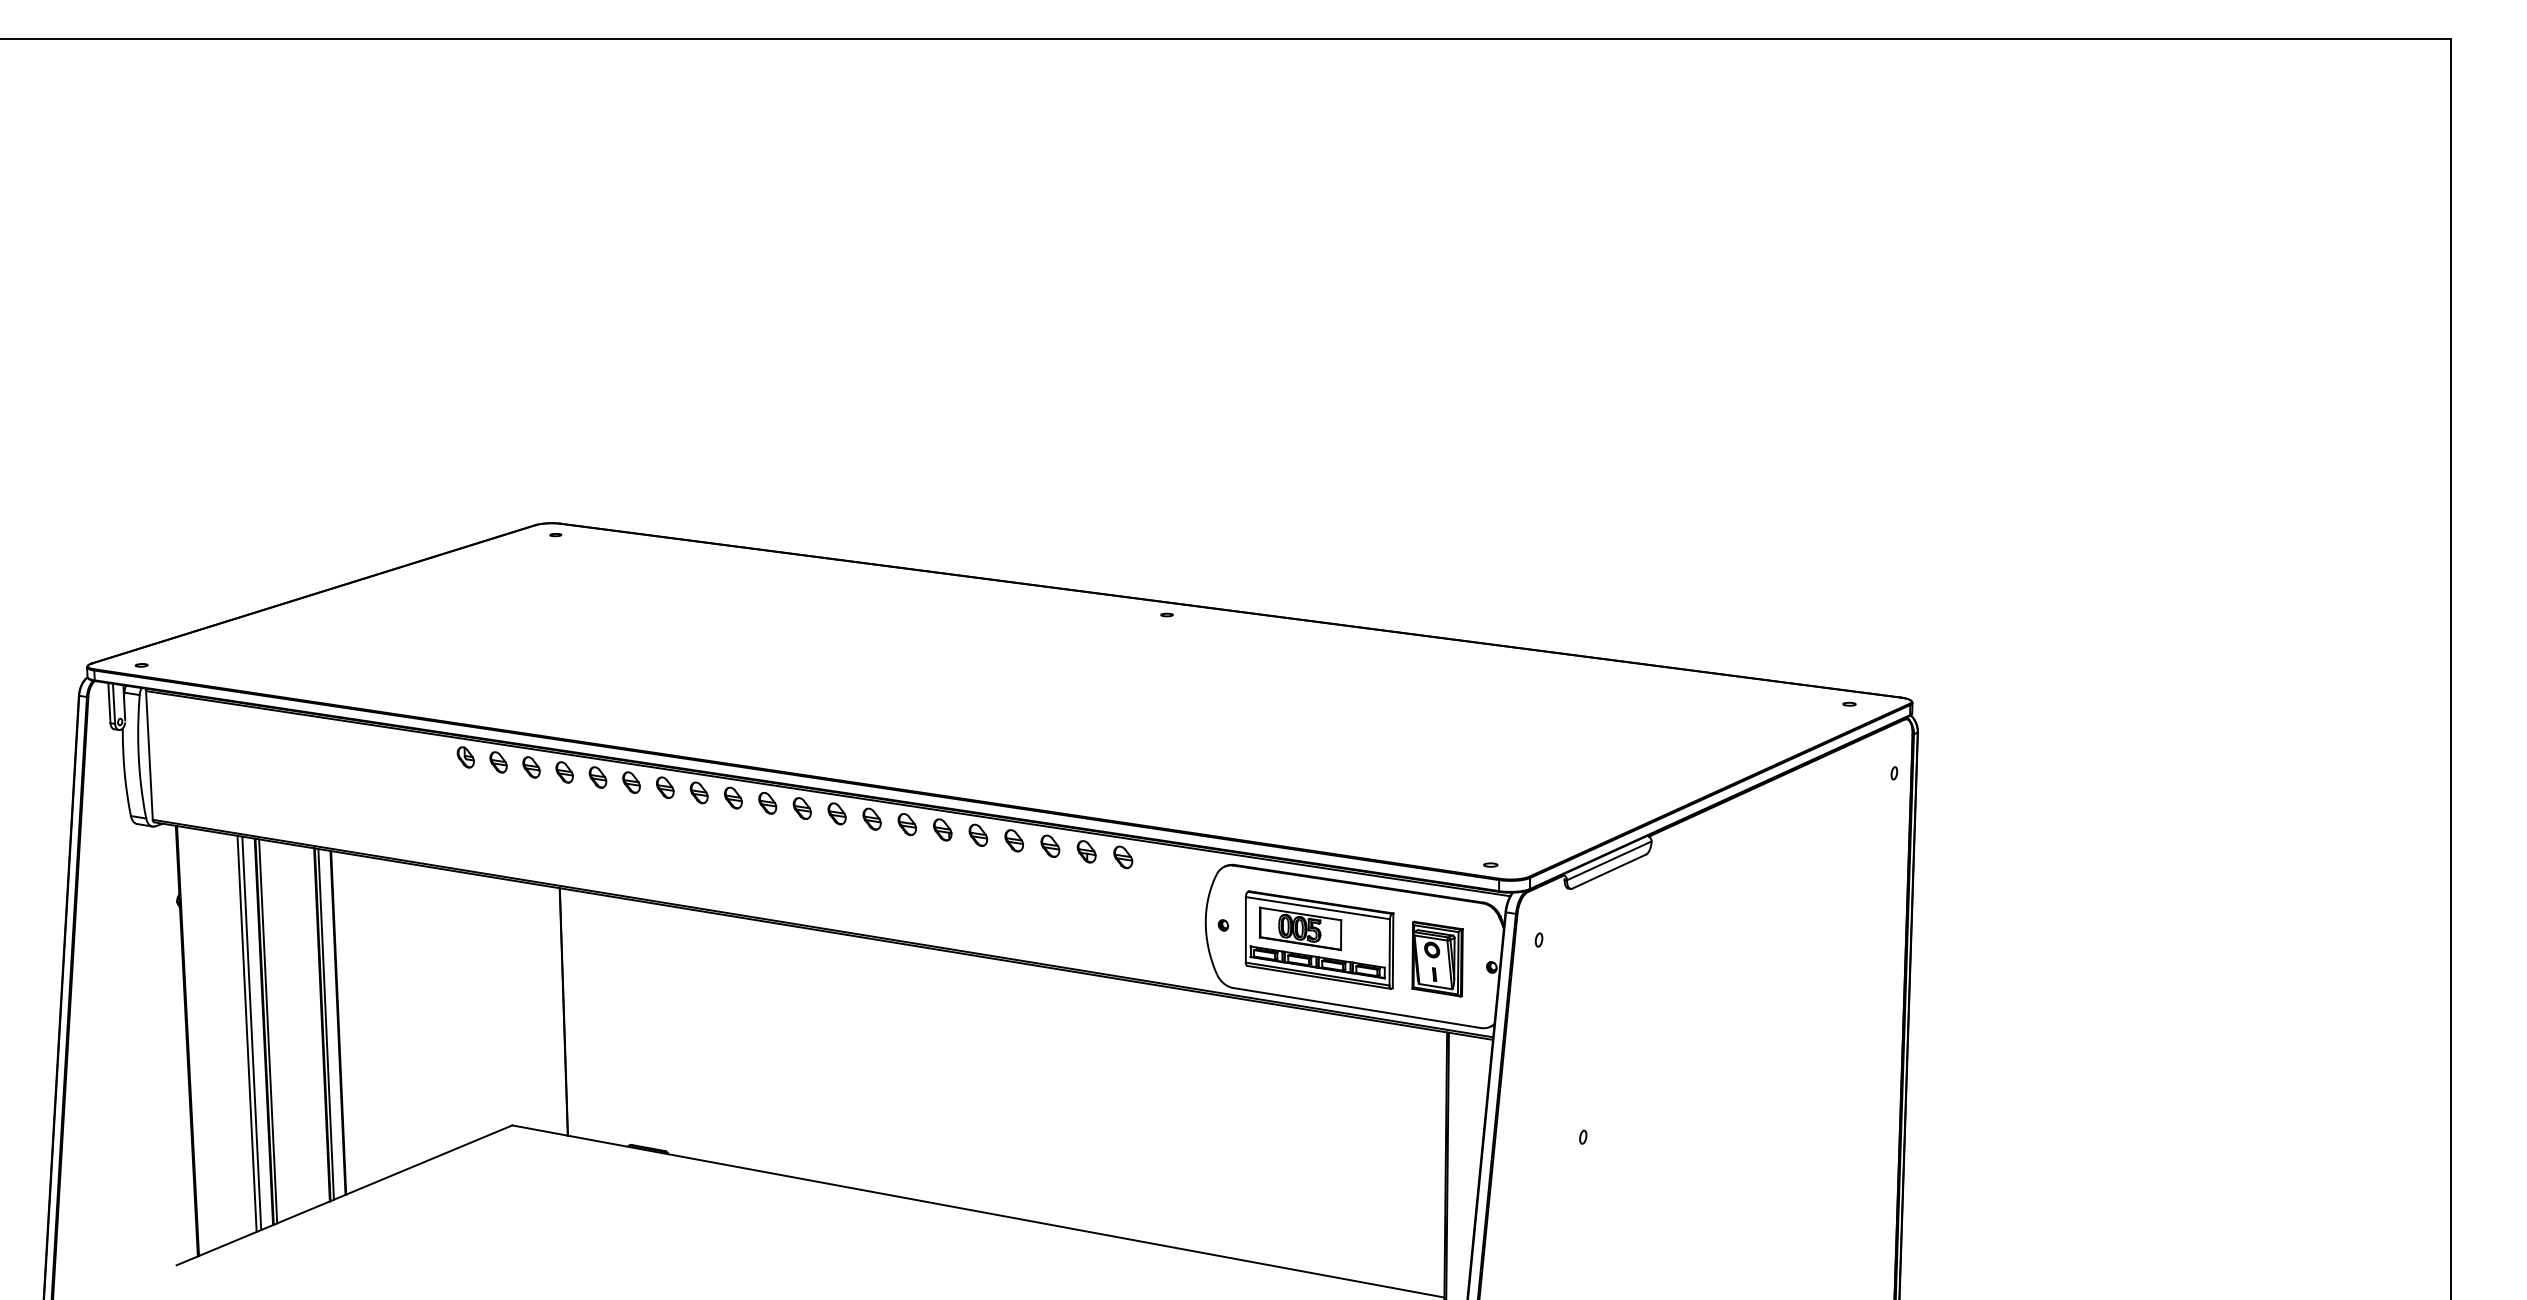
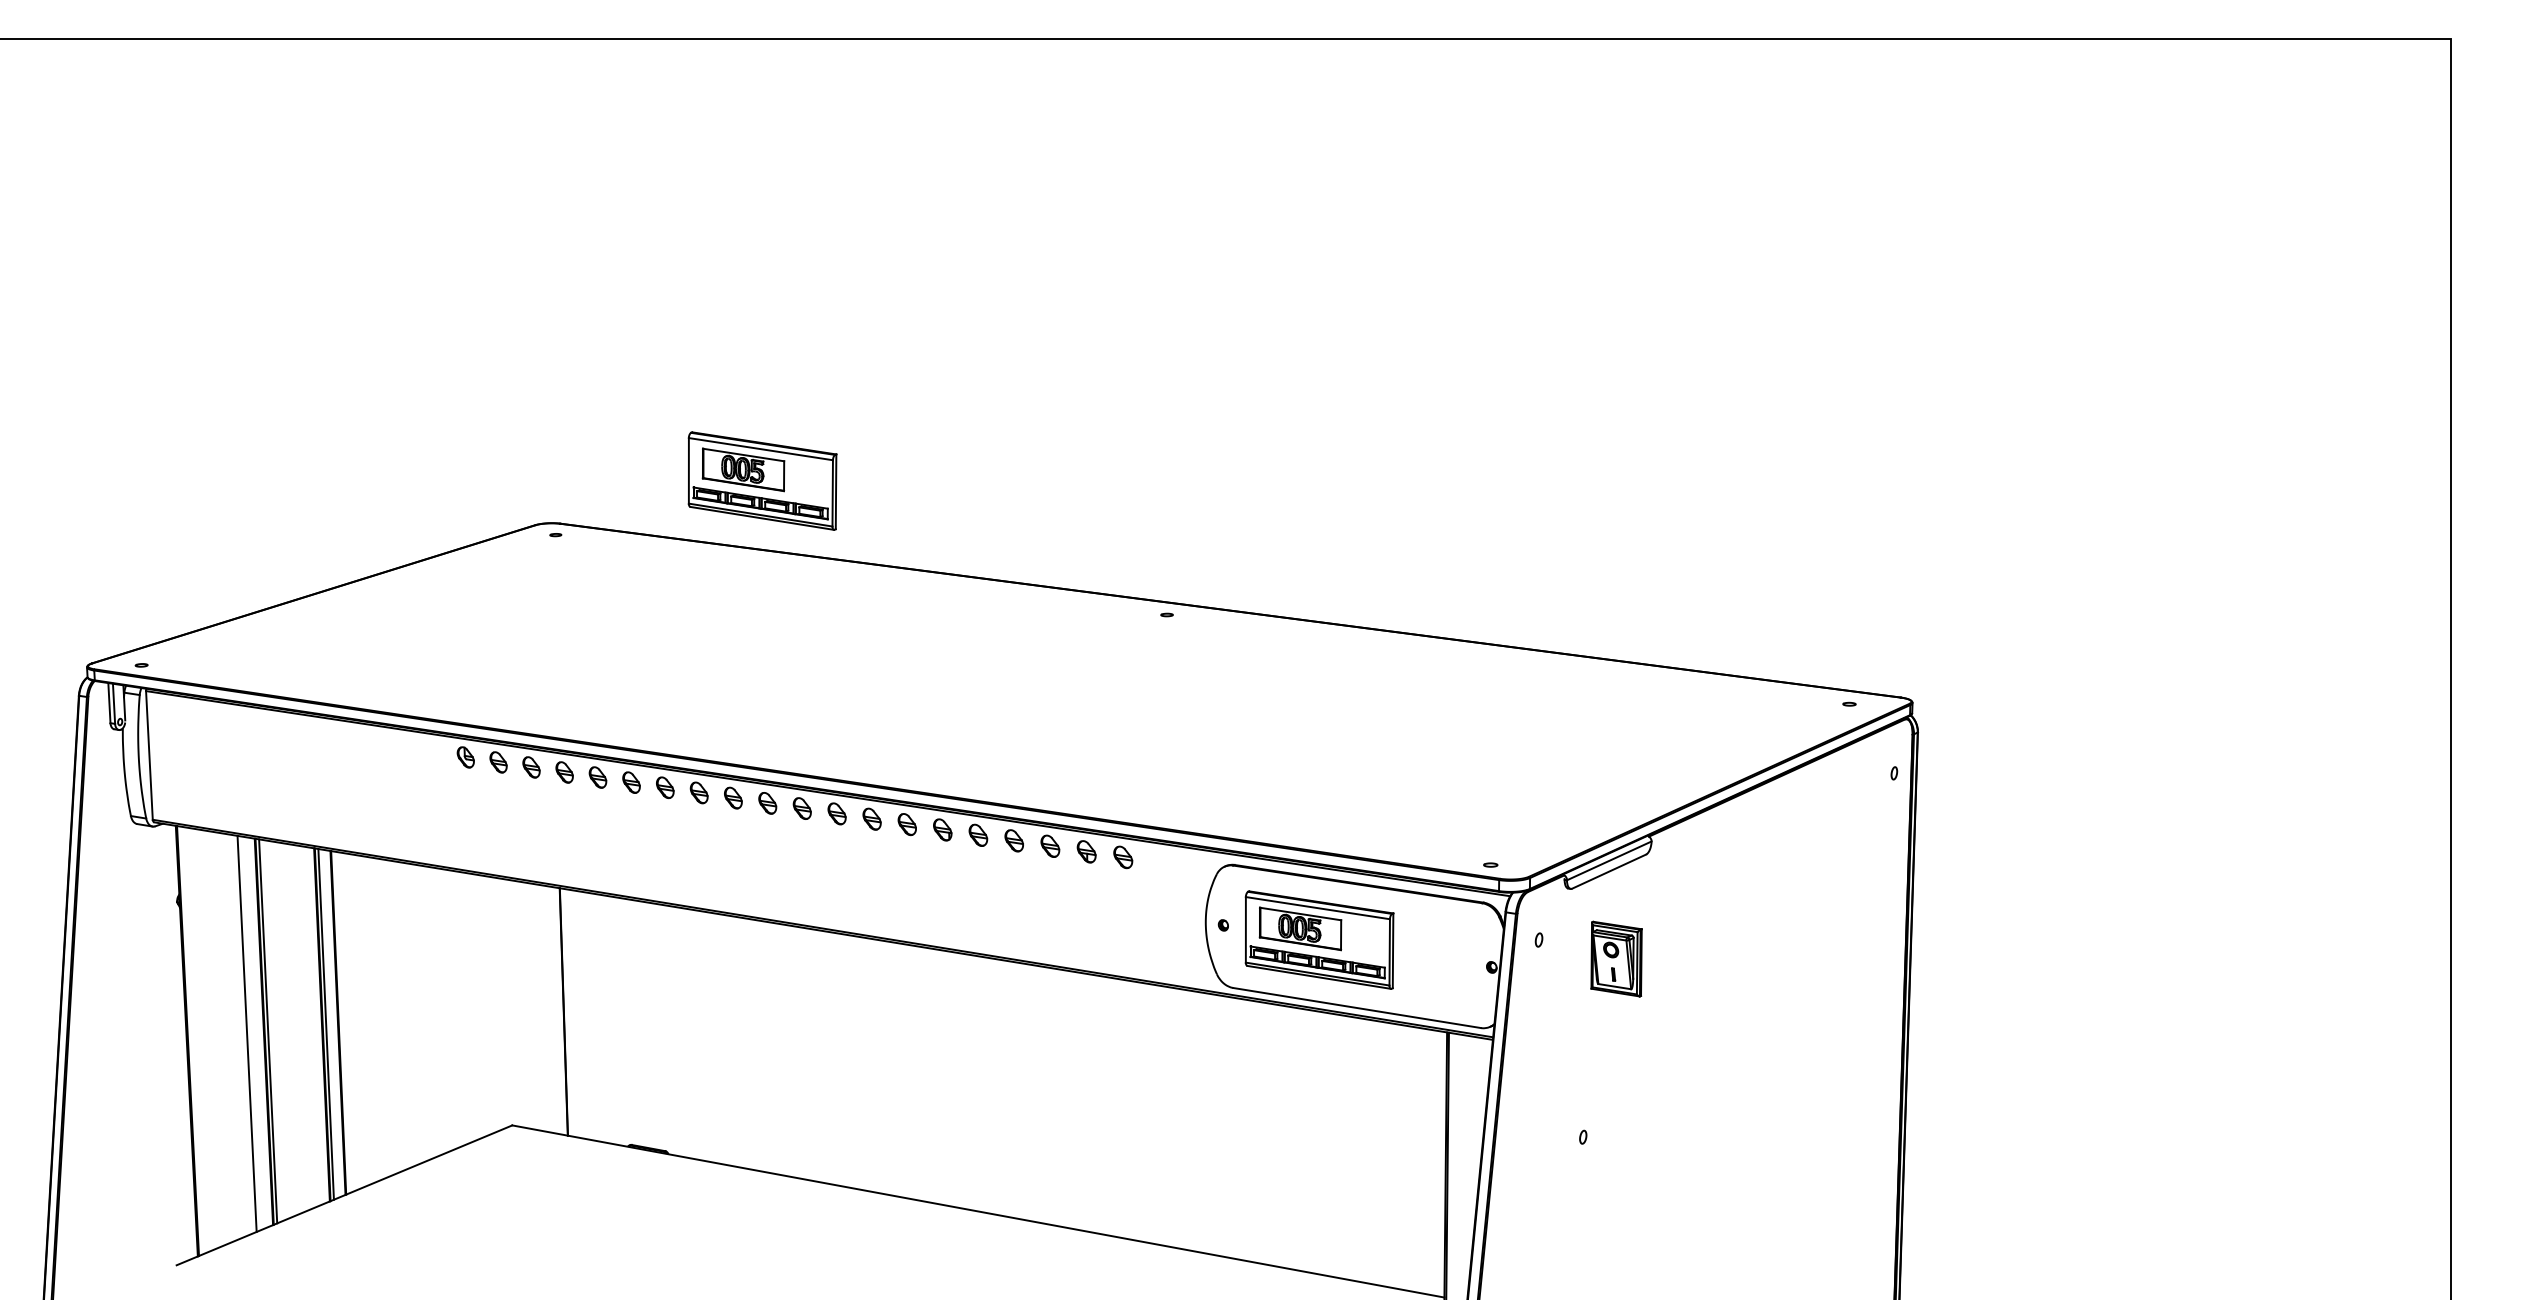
part at (762, 480): none -> present
part at (1437, 958) position: (1437, 958) -> (1616, 958)
line at (251, 1033): present -> none
